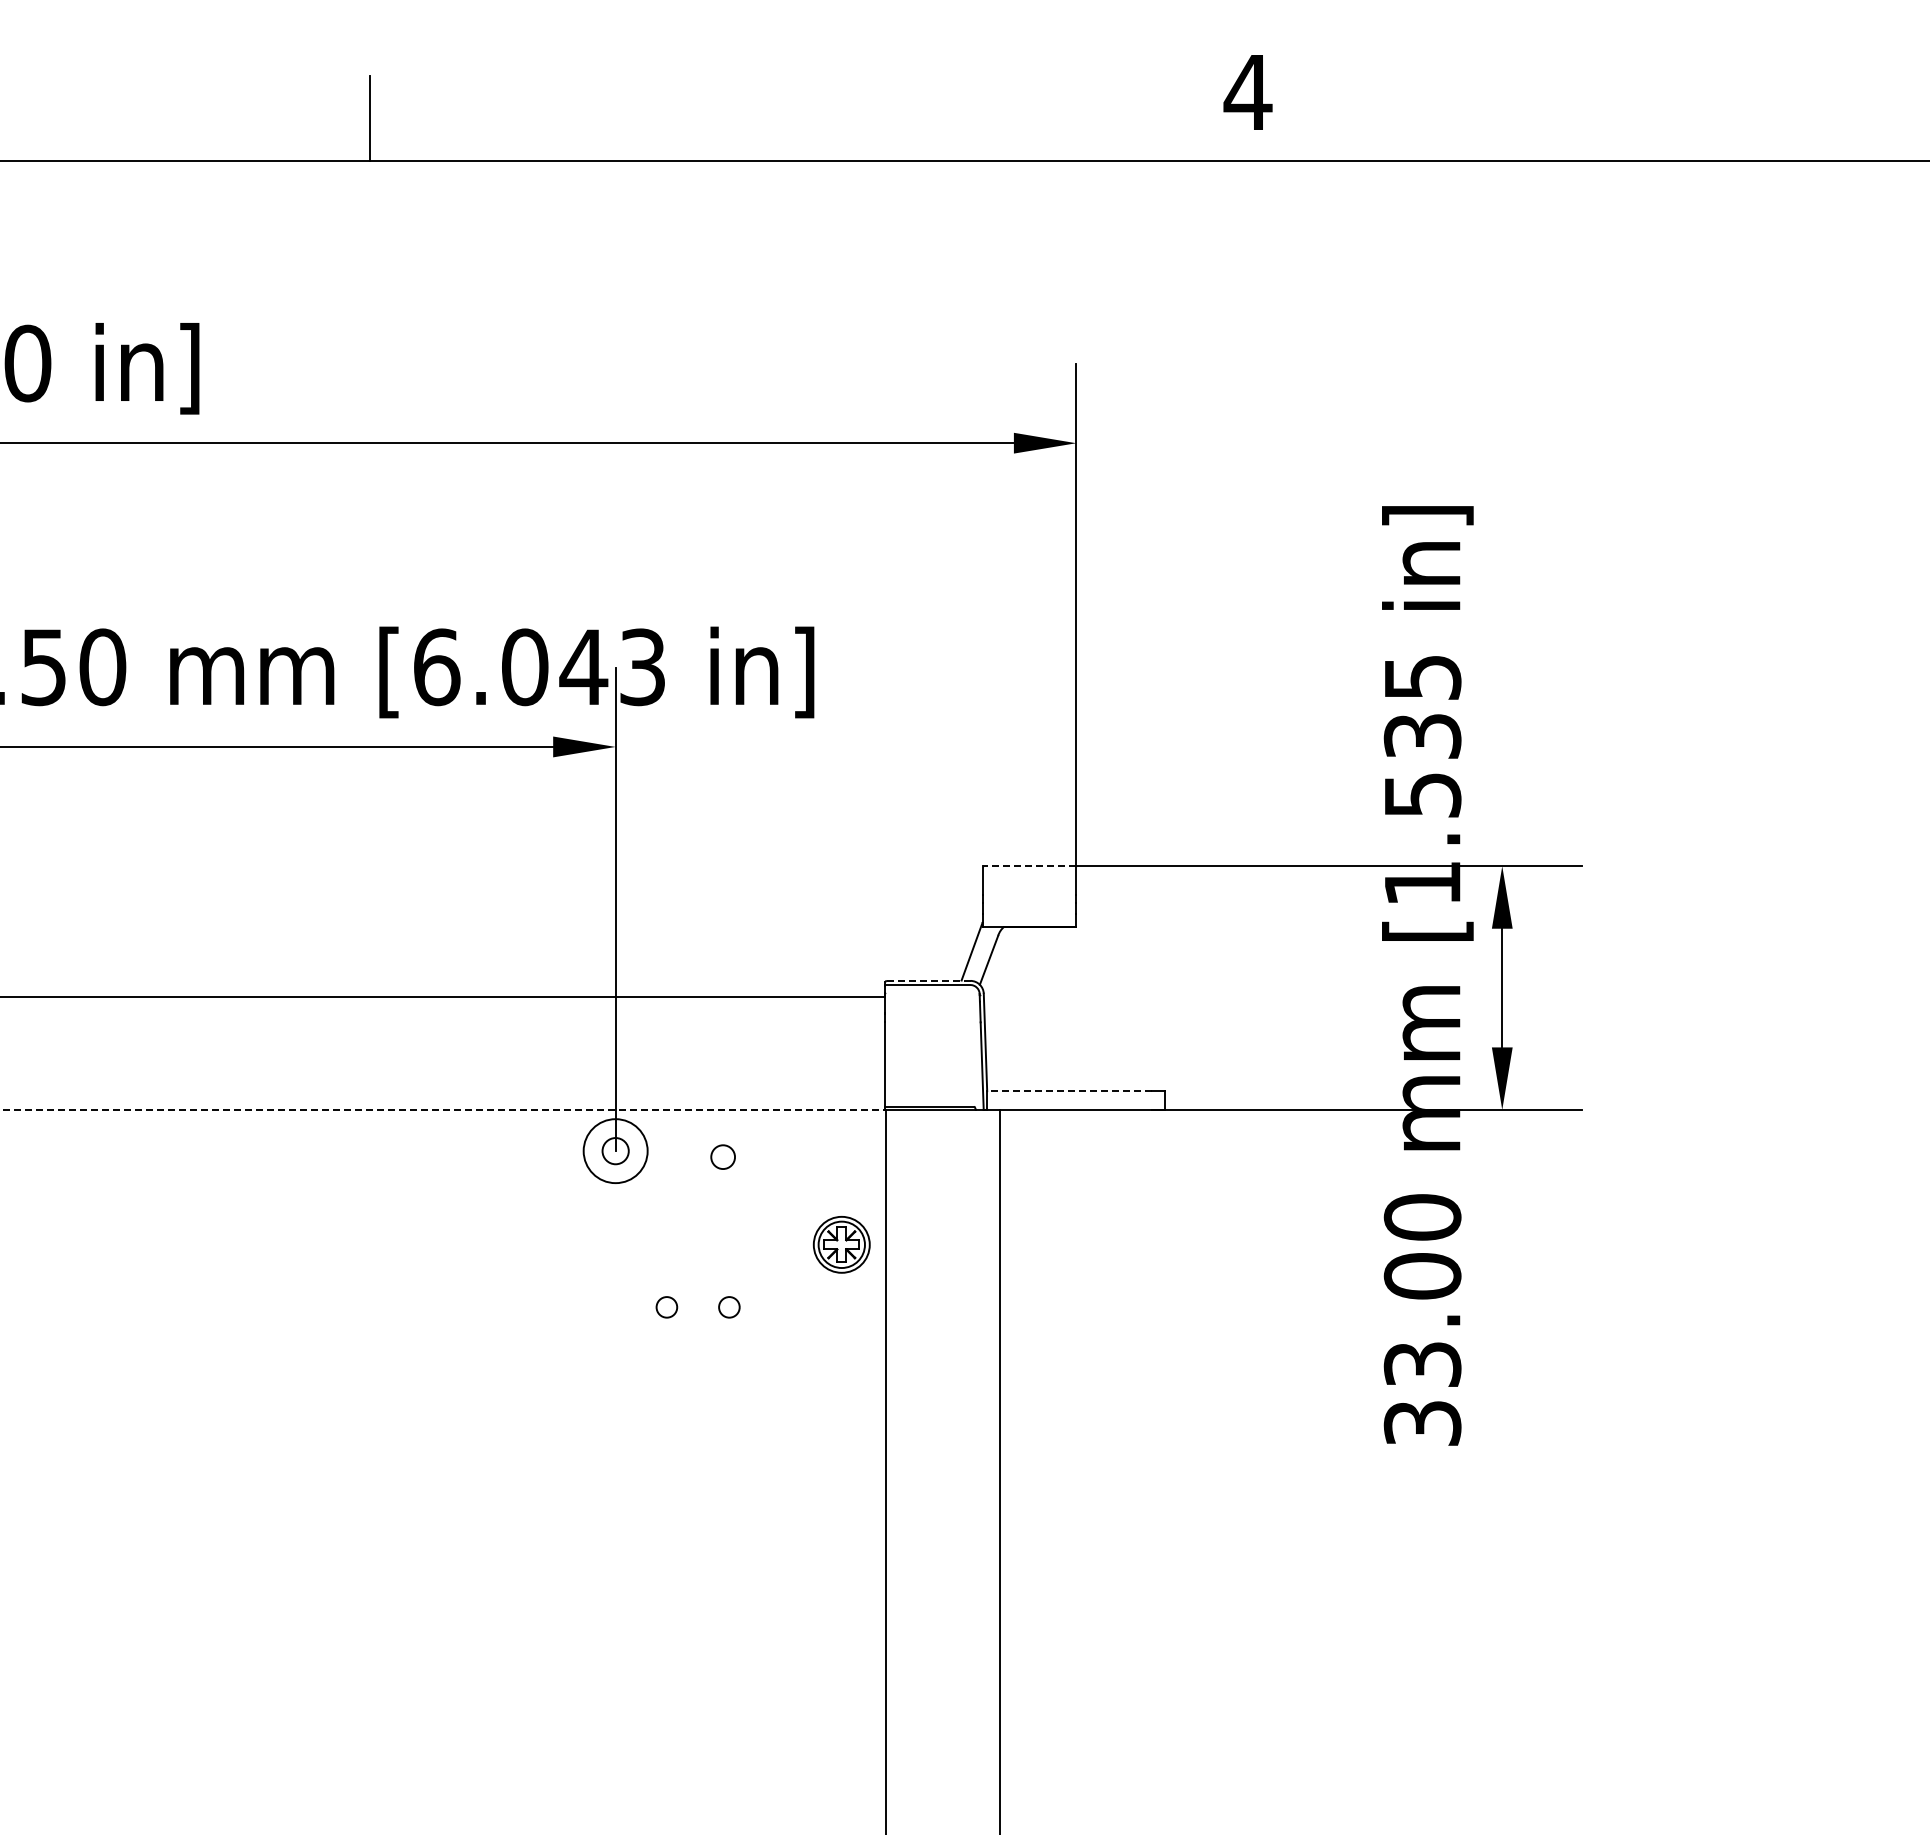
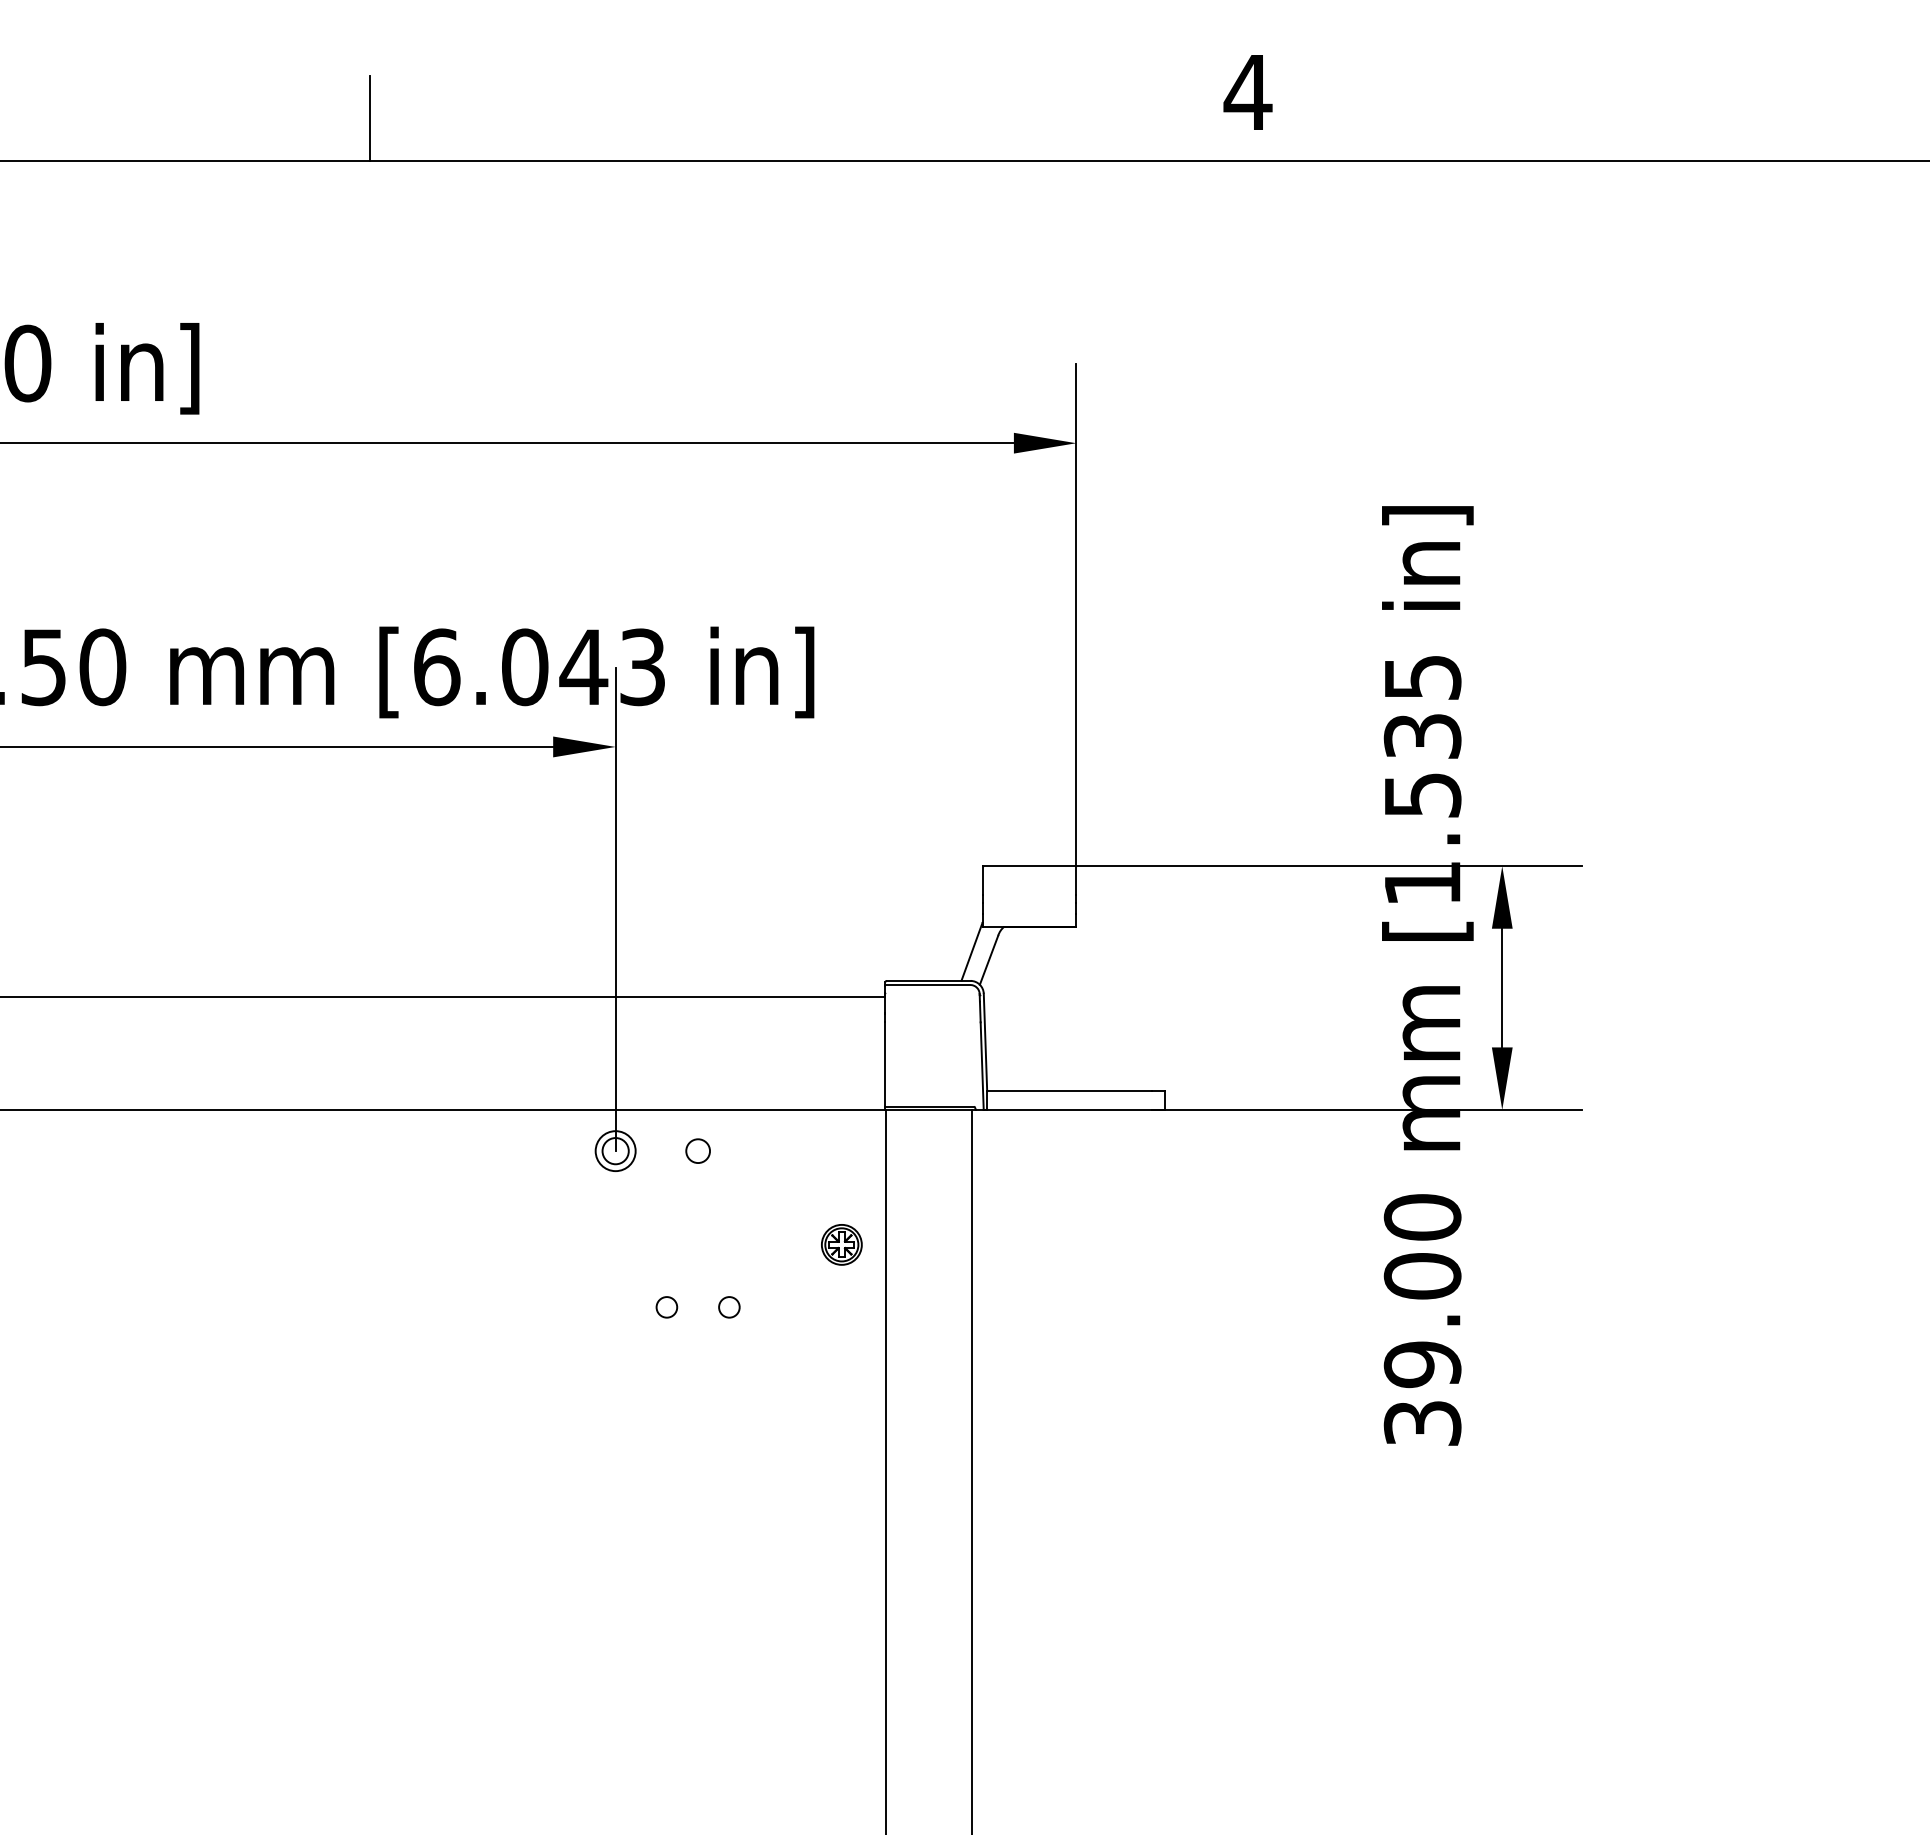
line at (1029, 866): dashed -> solid
line at (928, 980): dashed -> solid
line at (1069, 1091): dashed -> solid
line at (443, 1109): dashed -> solid
circle at (615, 1151) diameter: 64 px -> 40 px
circle at (722, 1156) position: (722, 1156) -> (697, 1150)
part at (841, 1244) size: 59x58 px -> 42x42 px
text at (1422, 1364): 33.00 -> 39.00
line at (999, 1470) position: (999, 1470) -> (971, 1470)
